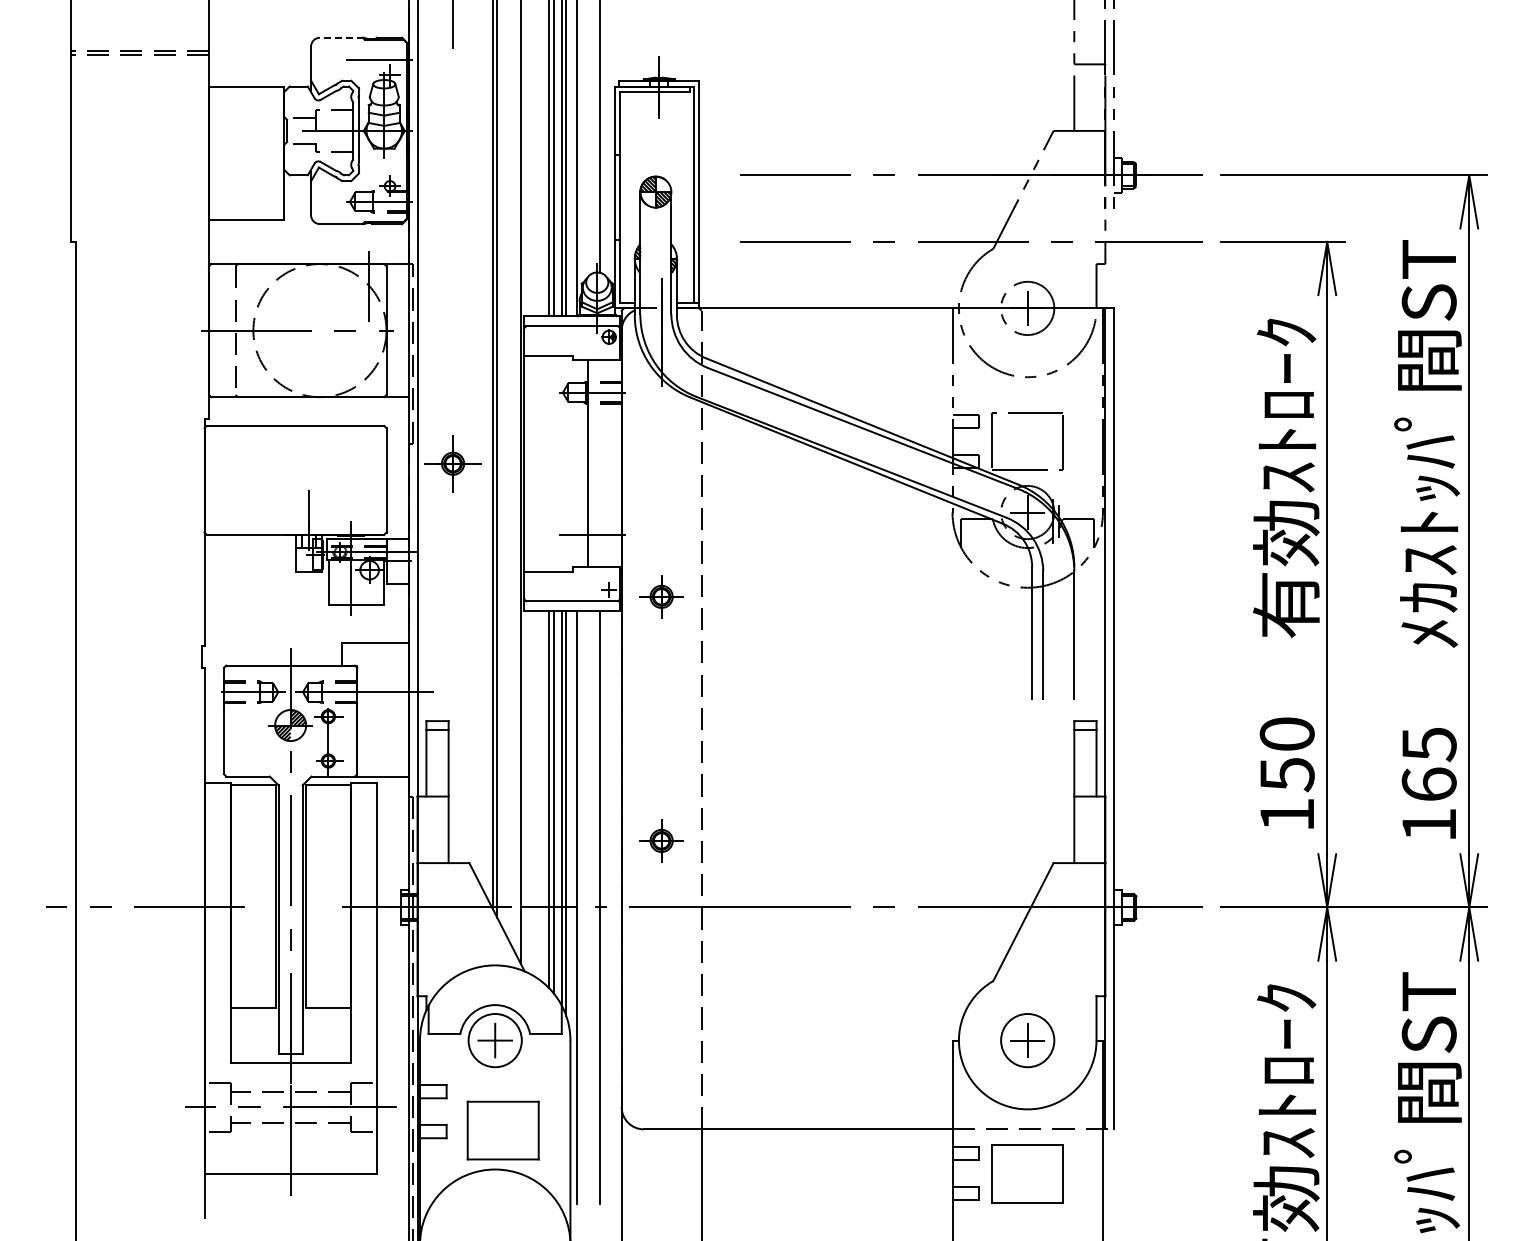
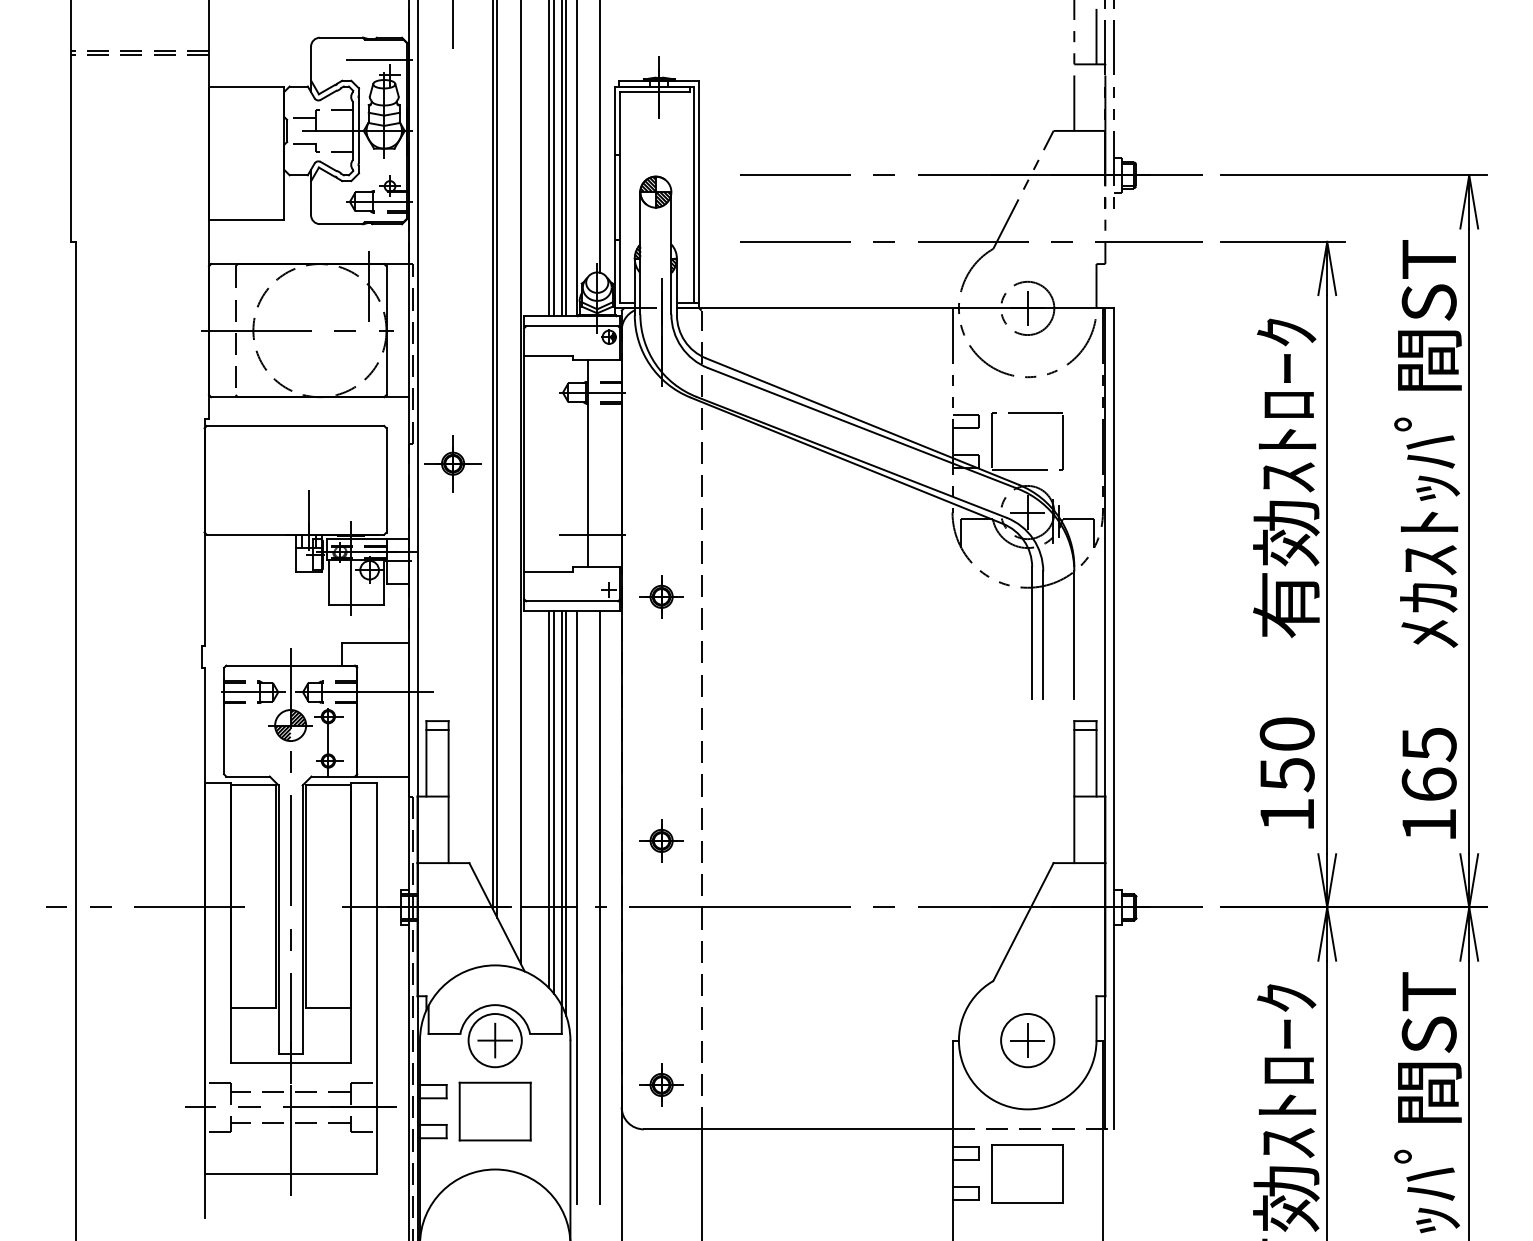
line at (1096, 33): none -> present
line at (341, 37): dashed -> solid
part at (661, 1084): none -> present
part at (502, 1130) position: (502, 1130) -> (494, 1111)
